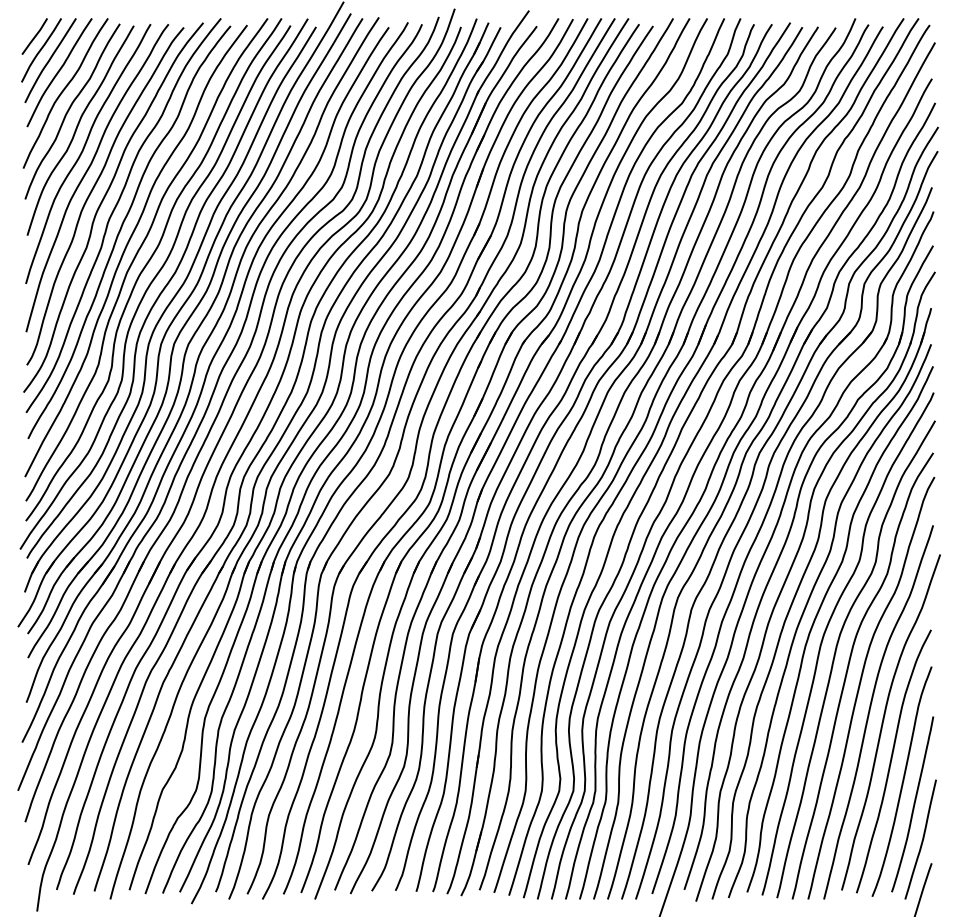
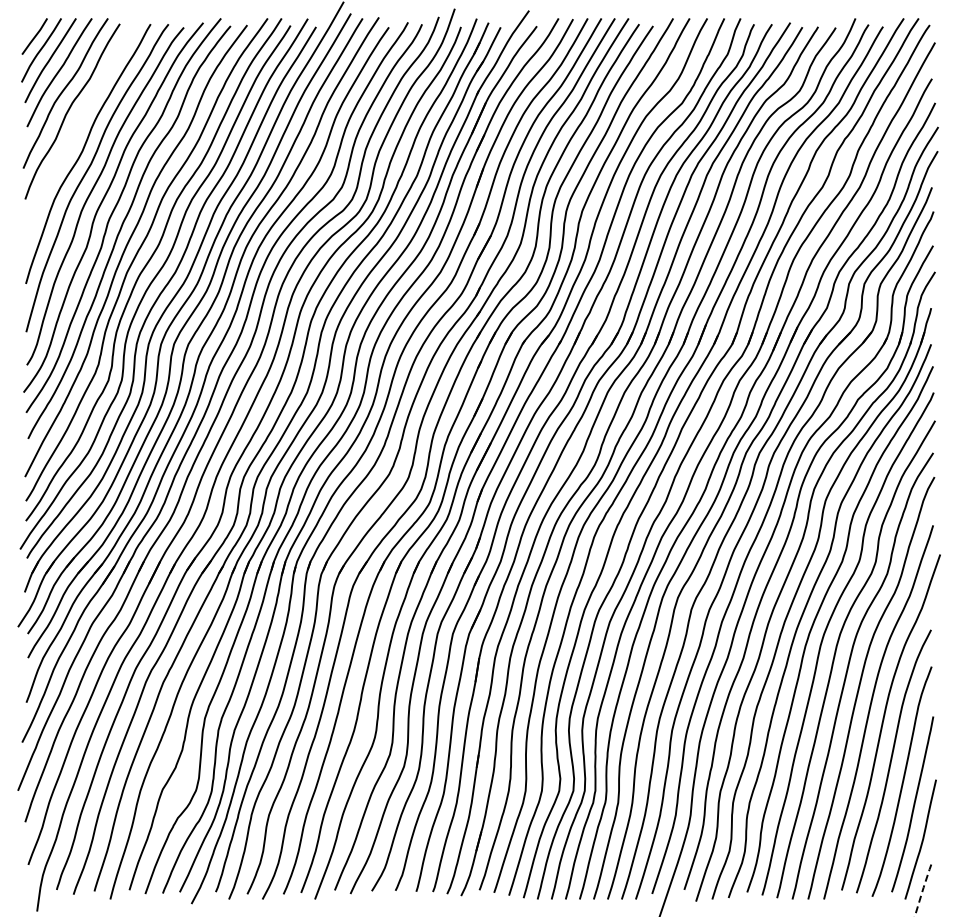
curve at (77, 129): present -> none
line at (923, 887): solid -> dashed
